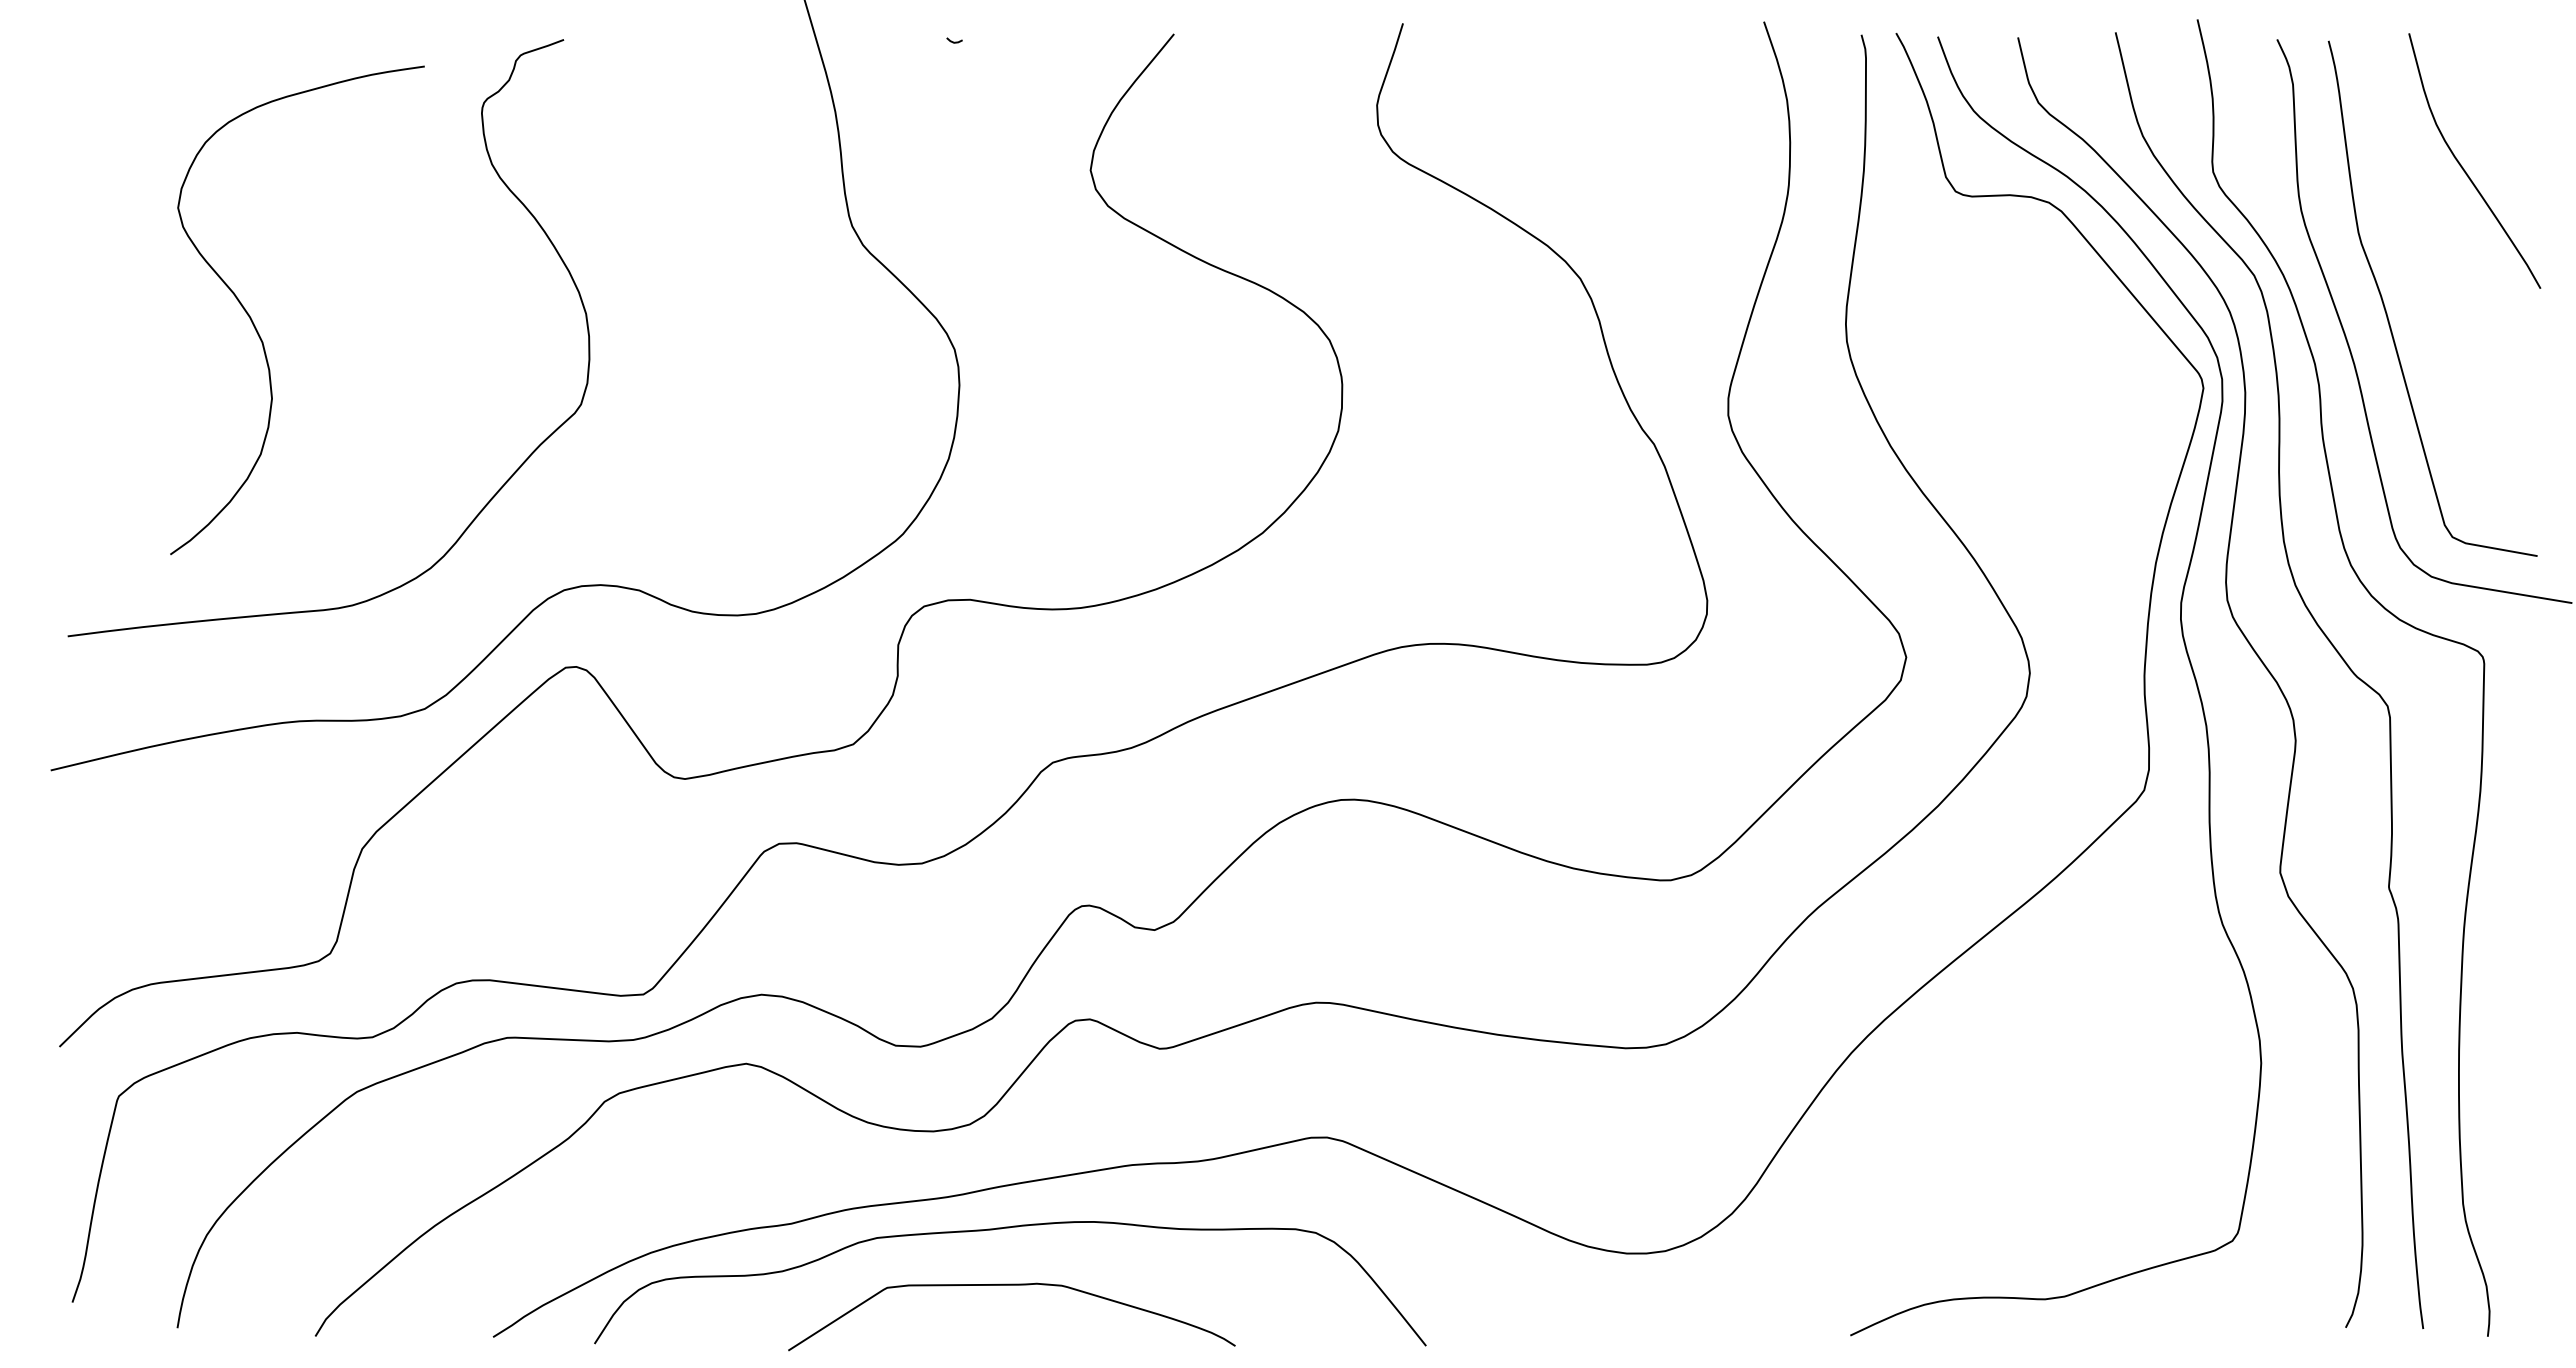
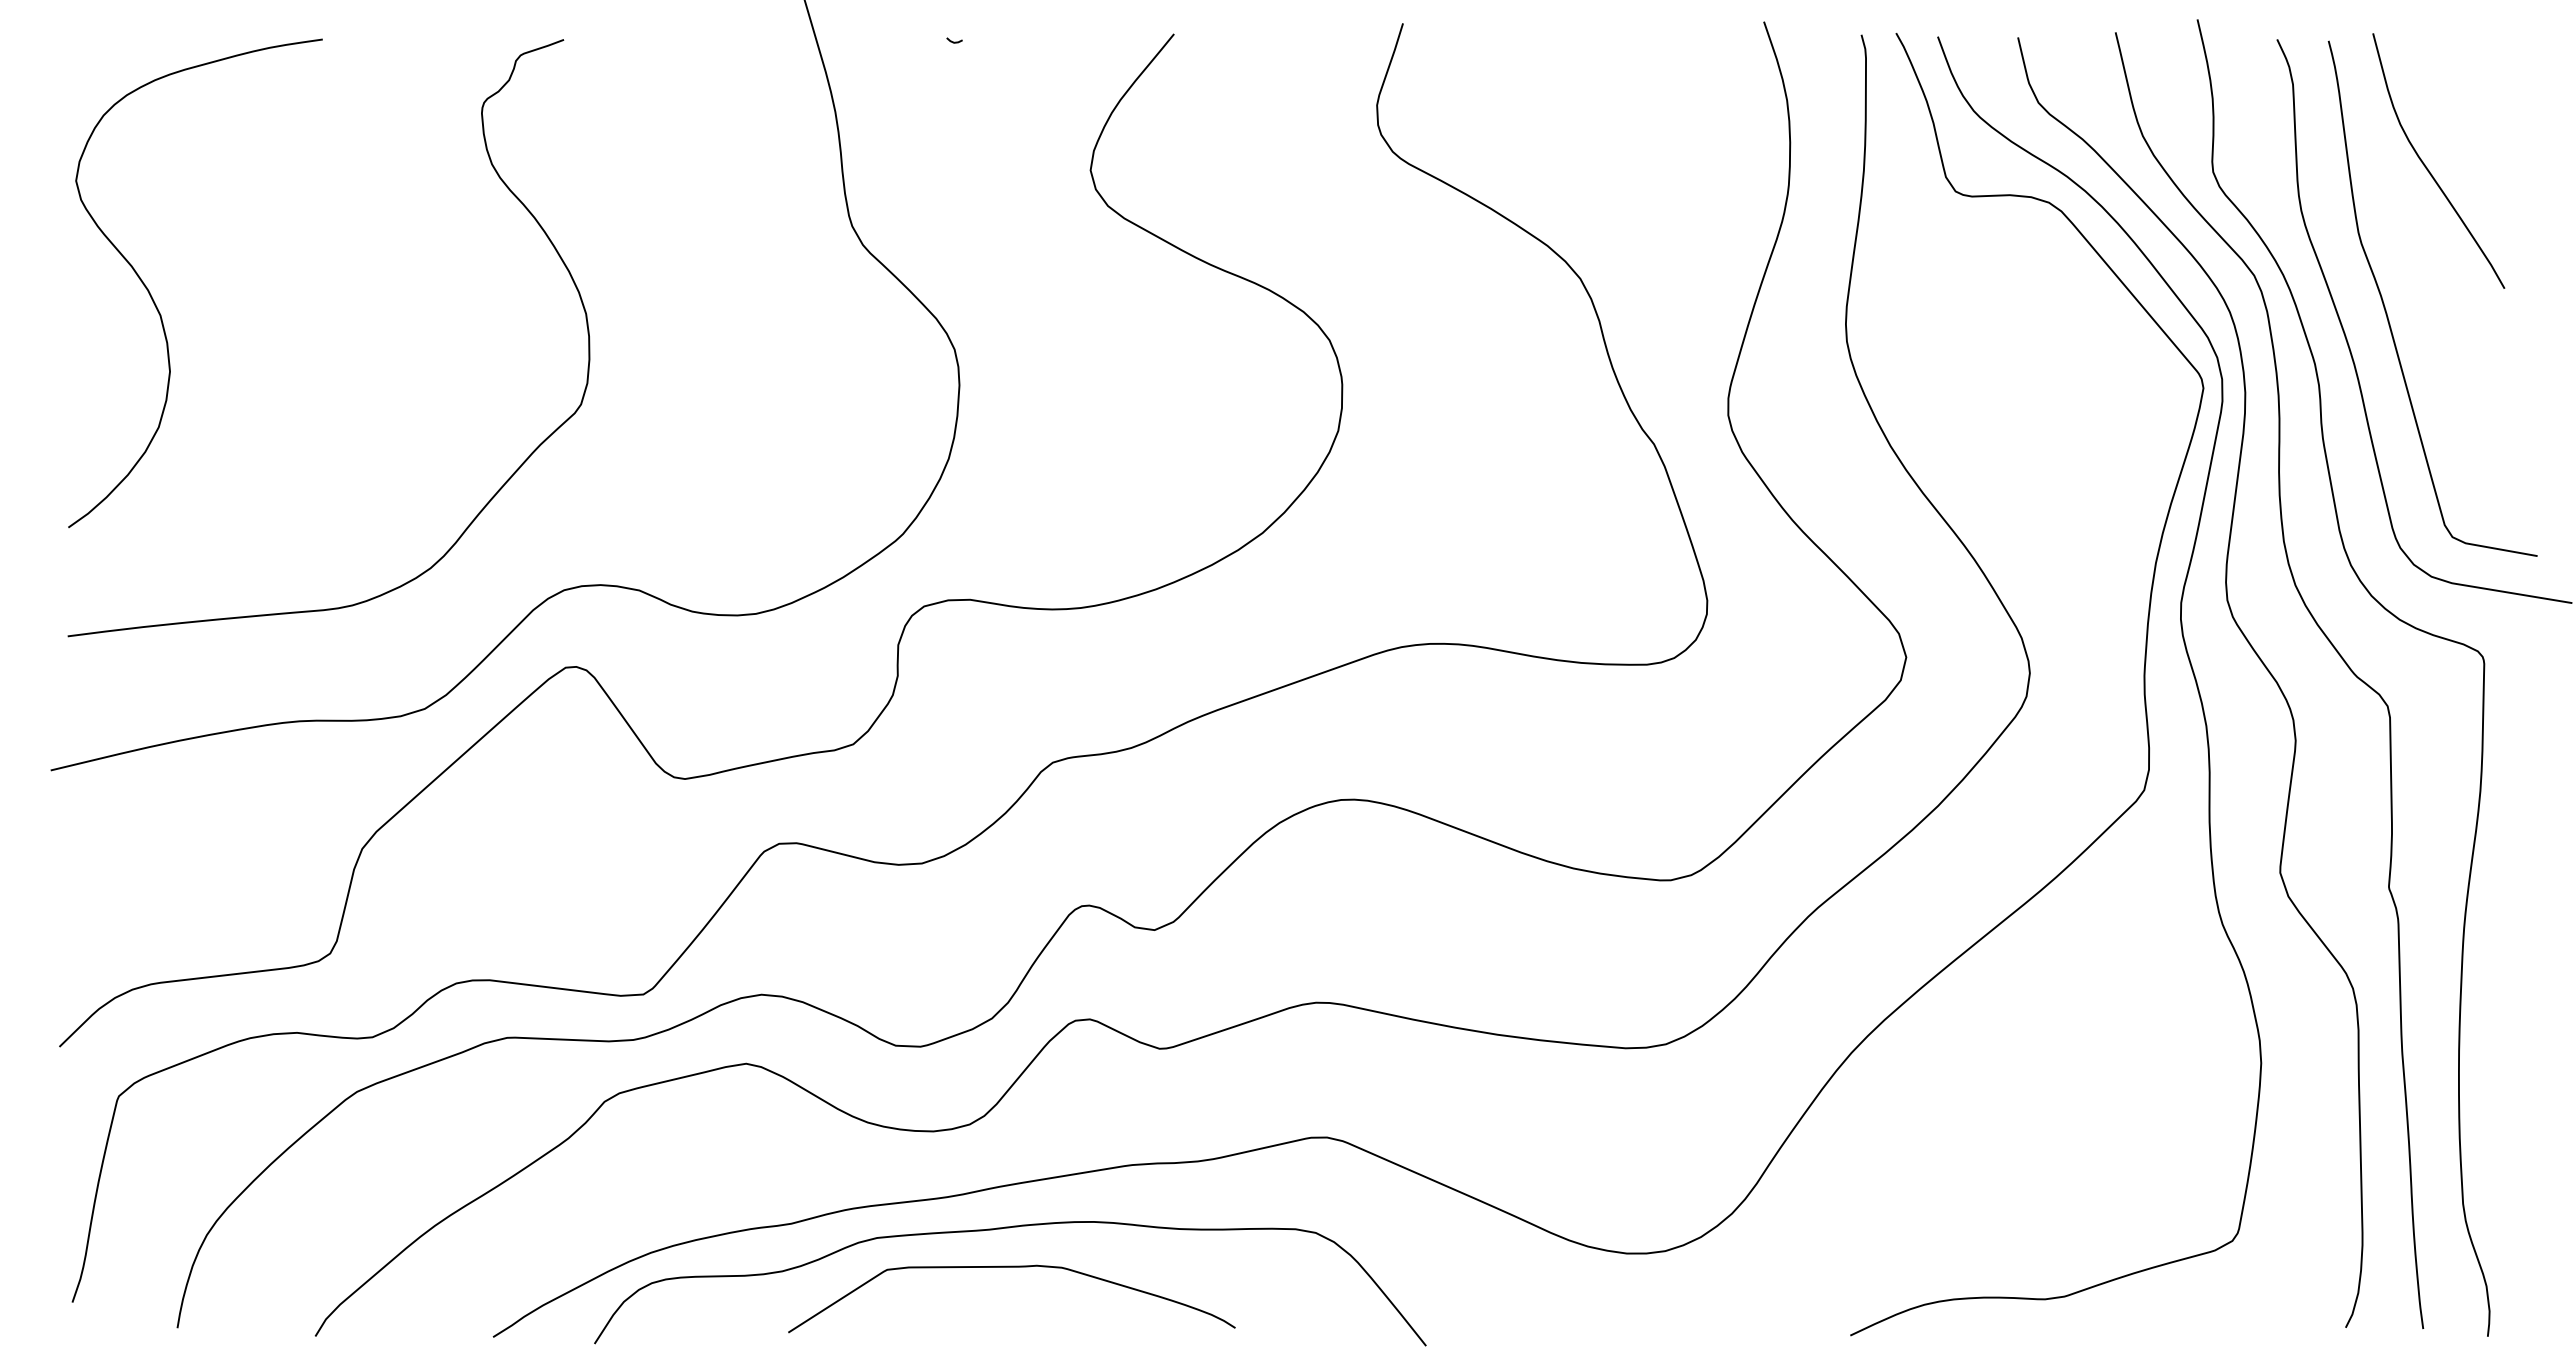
curve at (2463, 167) position: (2463, 167) -> (2427, 167)
curve at (257, 329) position: (257, 329) -> (155, 302)
curve at (1011, 1285) position: (1011, 1285) -> (1011, 1267)
